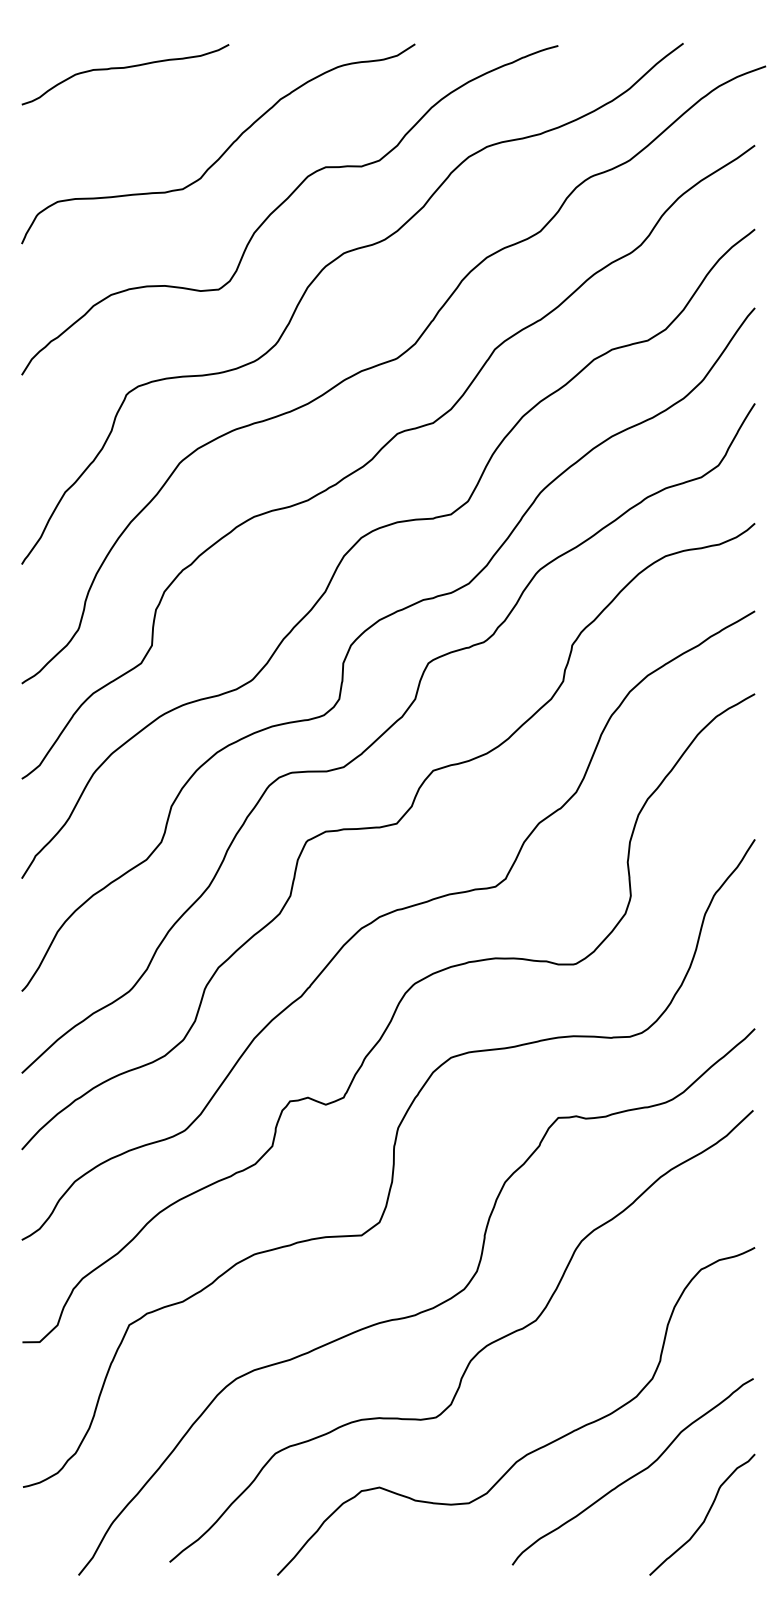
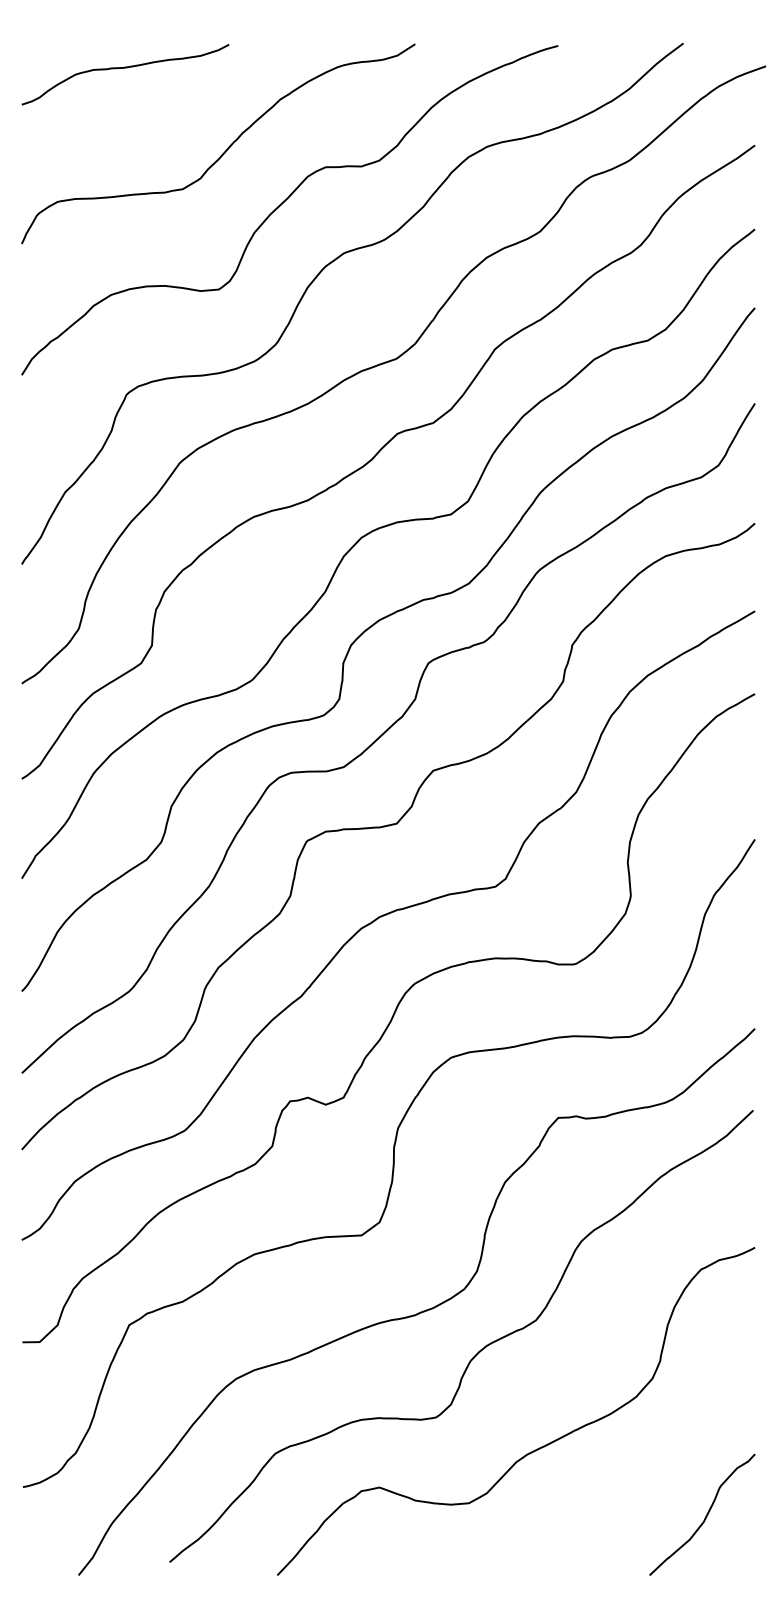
curve at (634, 1474): present -> none
